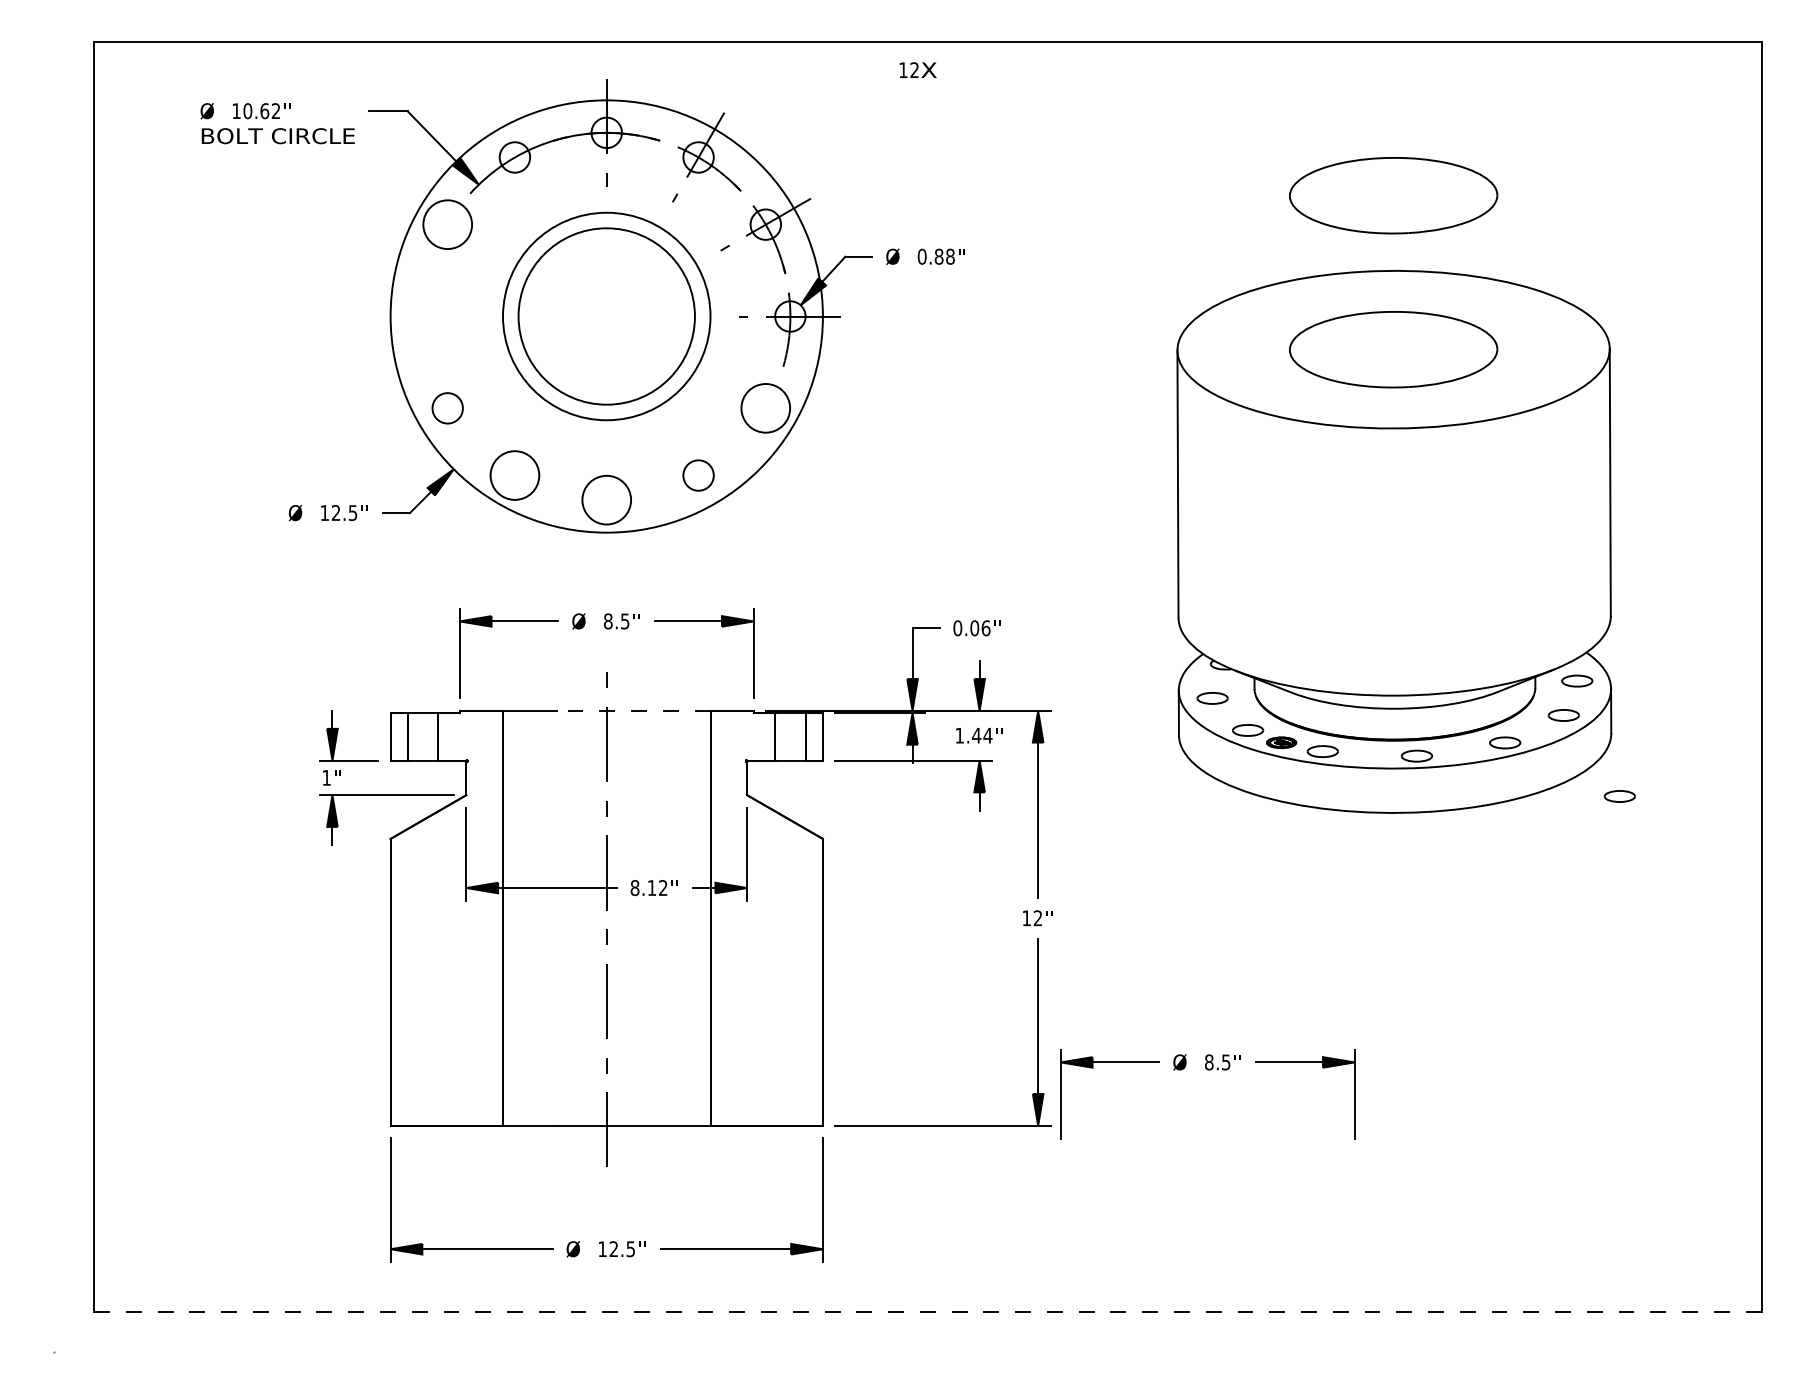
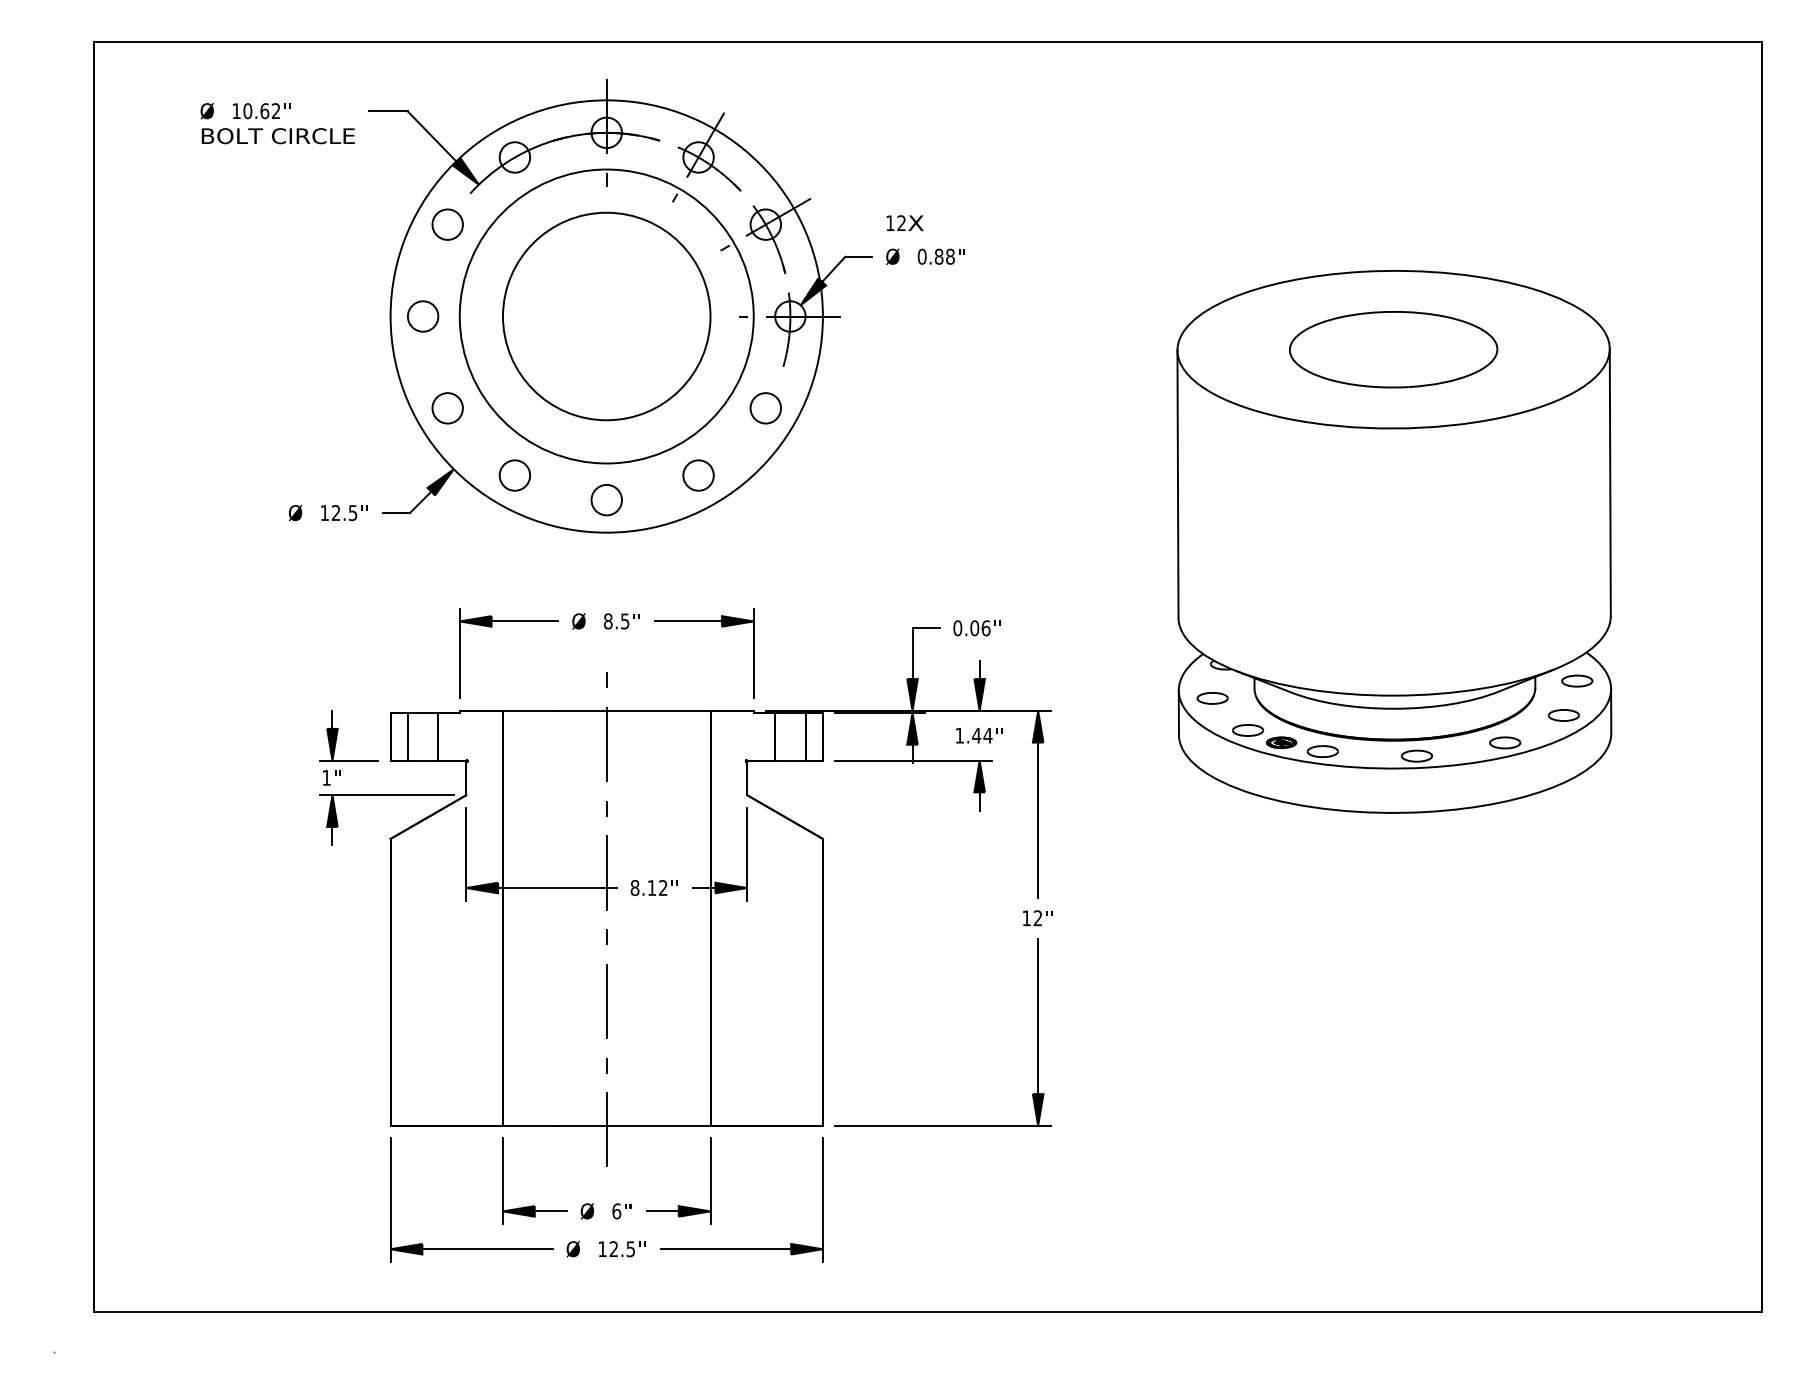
text at (917, 69) position: (917, 69) -> (904, 222)
part at (1393, 195): present -> none
circle at (447, 224) diameter: 49 px -> 30 px
circle at (423, 316): none -> present
circle at (606, 316) diameter: 176 px -> 294 px
circle at (765, 407) diameter: 49 px -> 30 px
circle at (514, 475) diameter: 49 px -> 30 px
circle at (606, 499) diameter: 49 px -> 30 px
line at (633, 710): dashed -> solid
part at (1619, 796): present -> none
part at (1207, 1070): present -> none
part at (616, 1203): none -> present
line at (927, 1312): dashed -> solid
